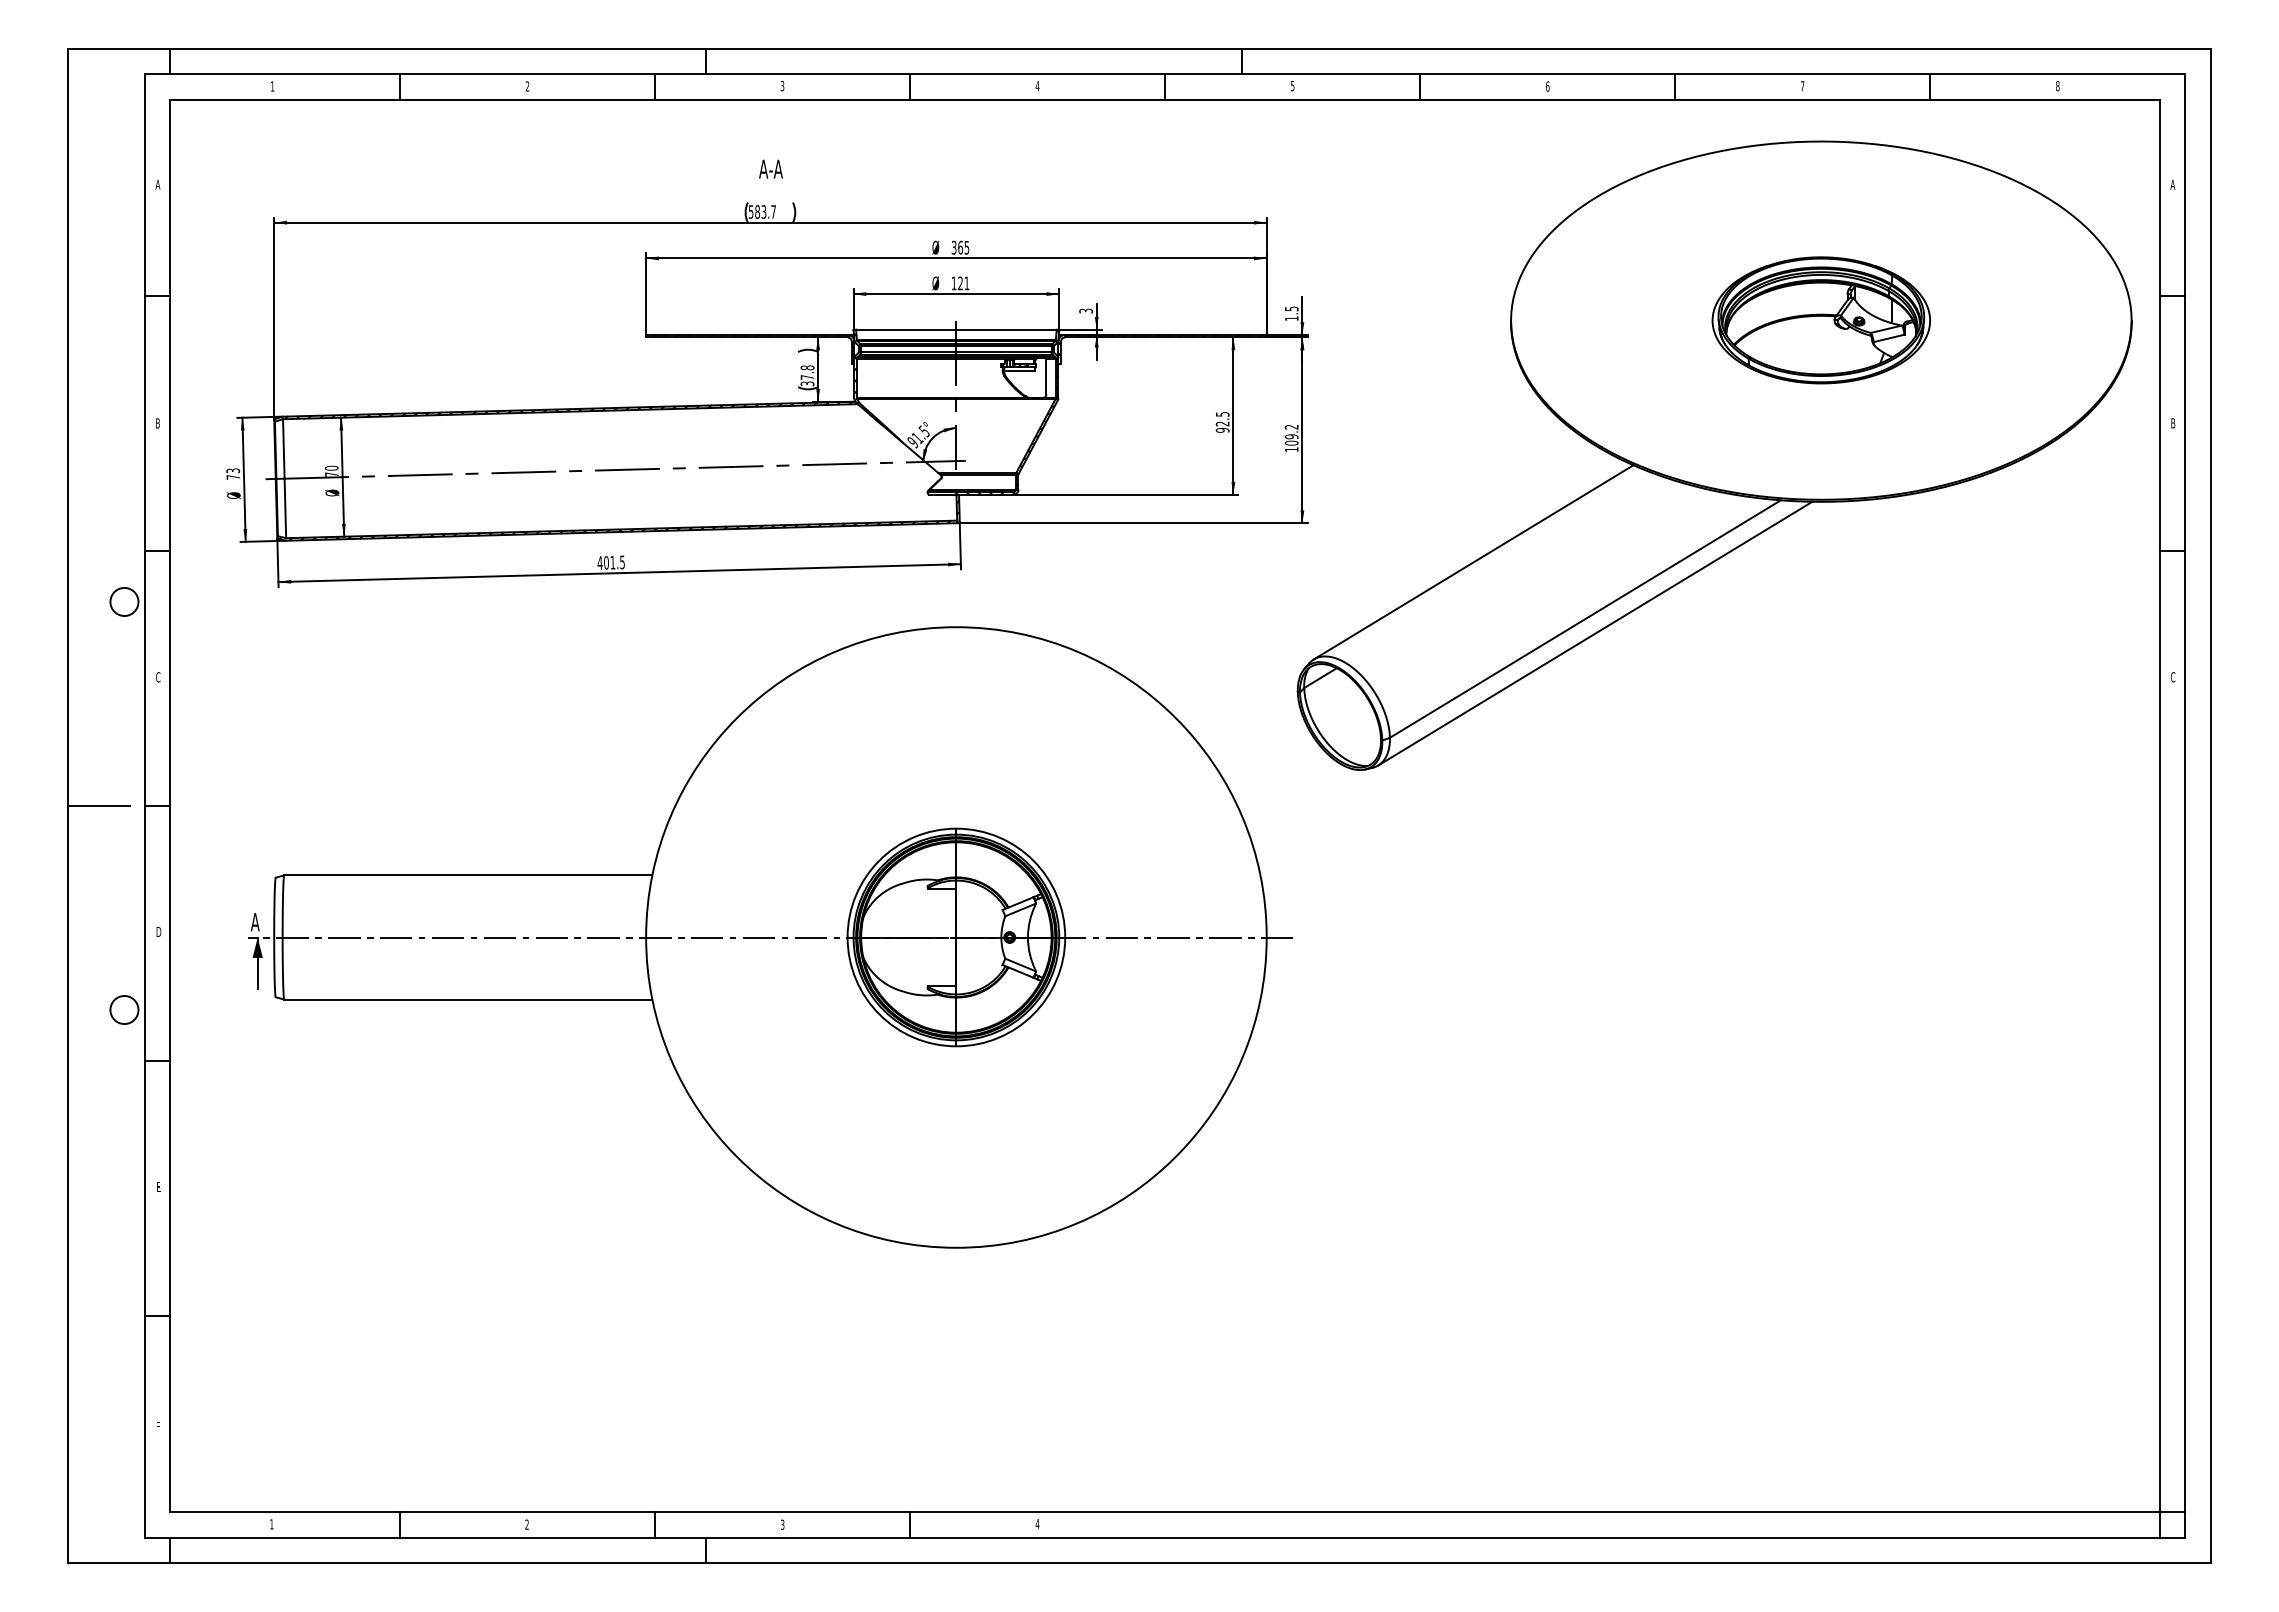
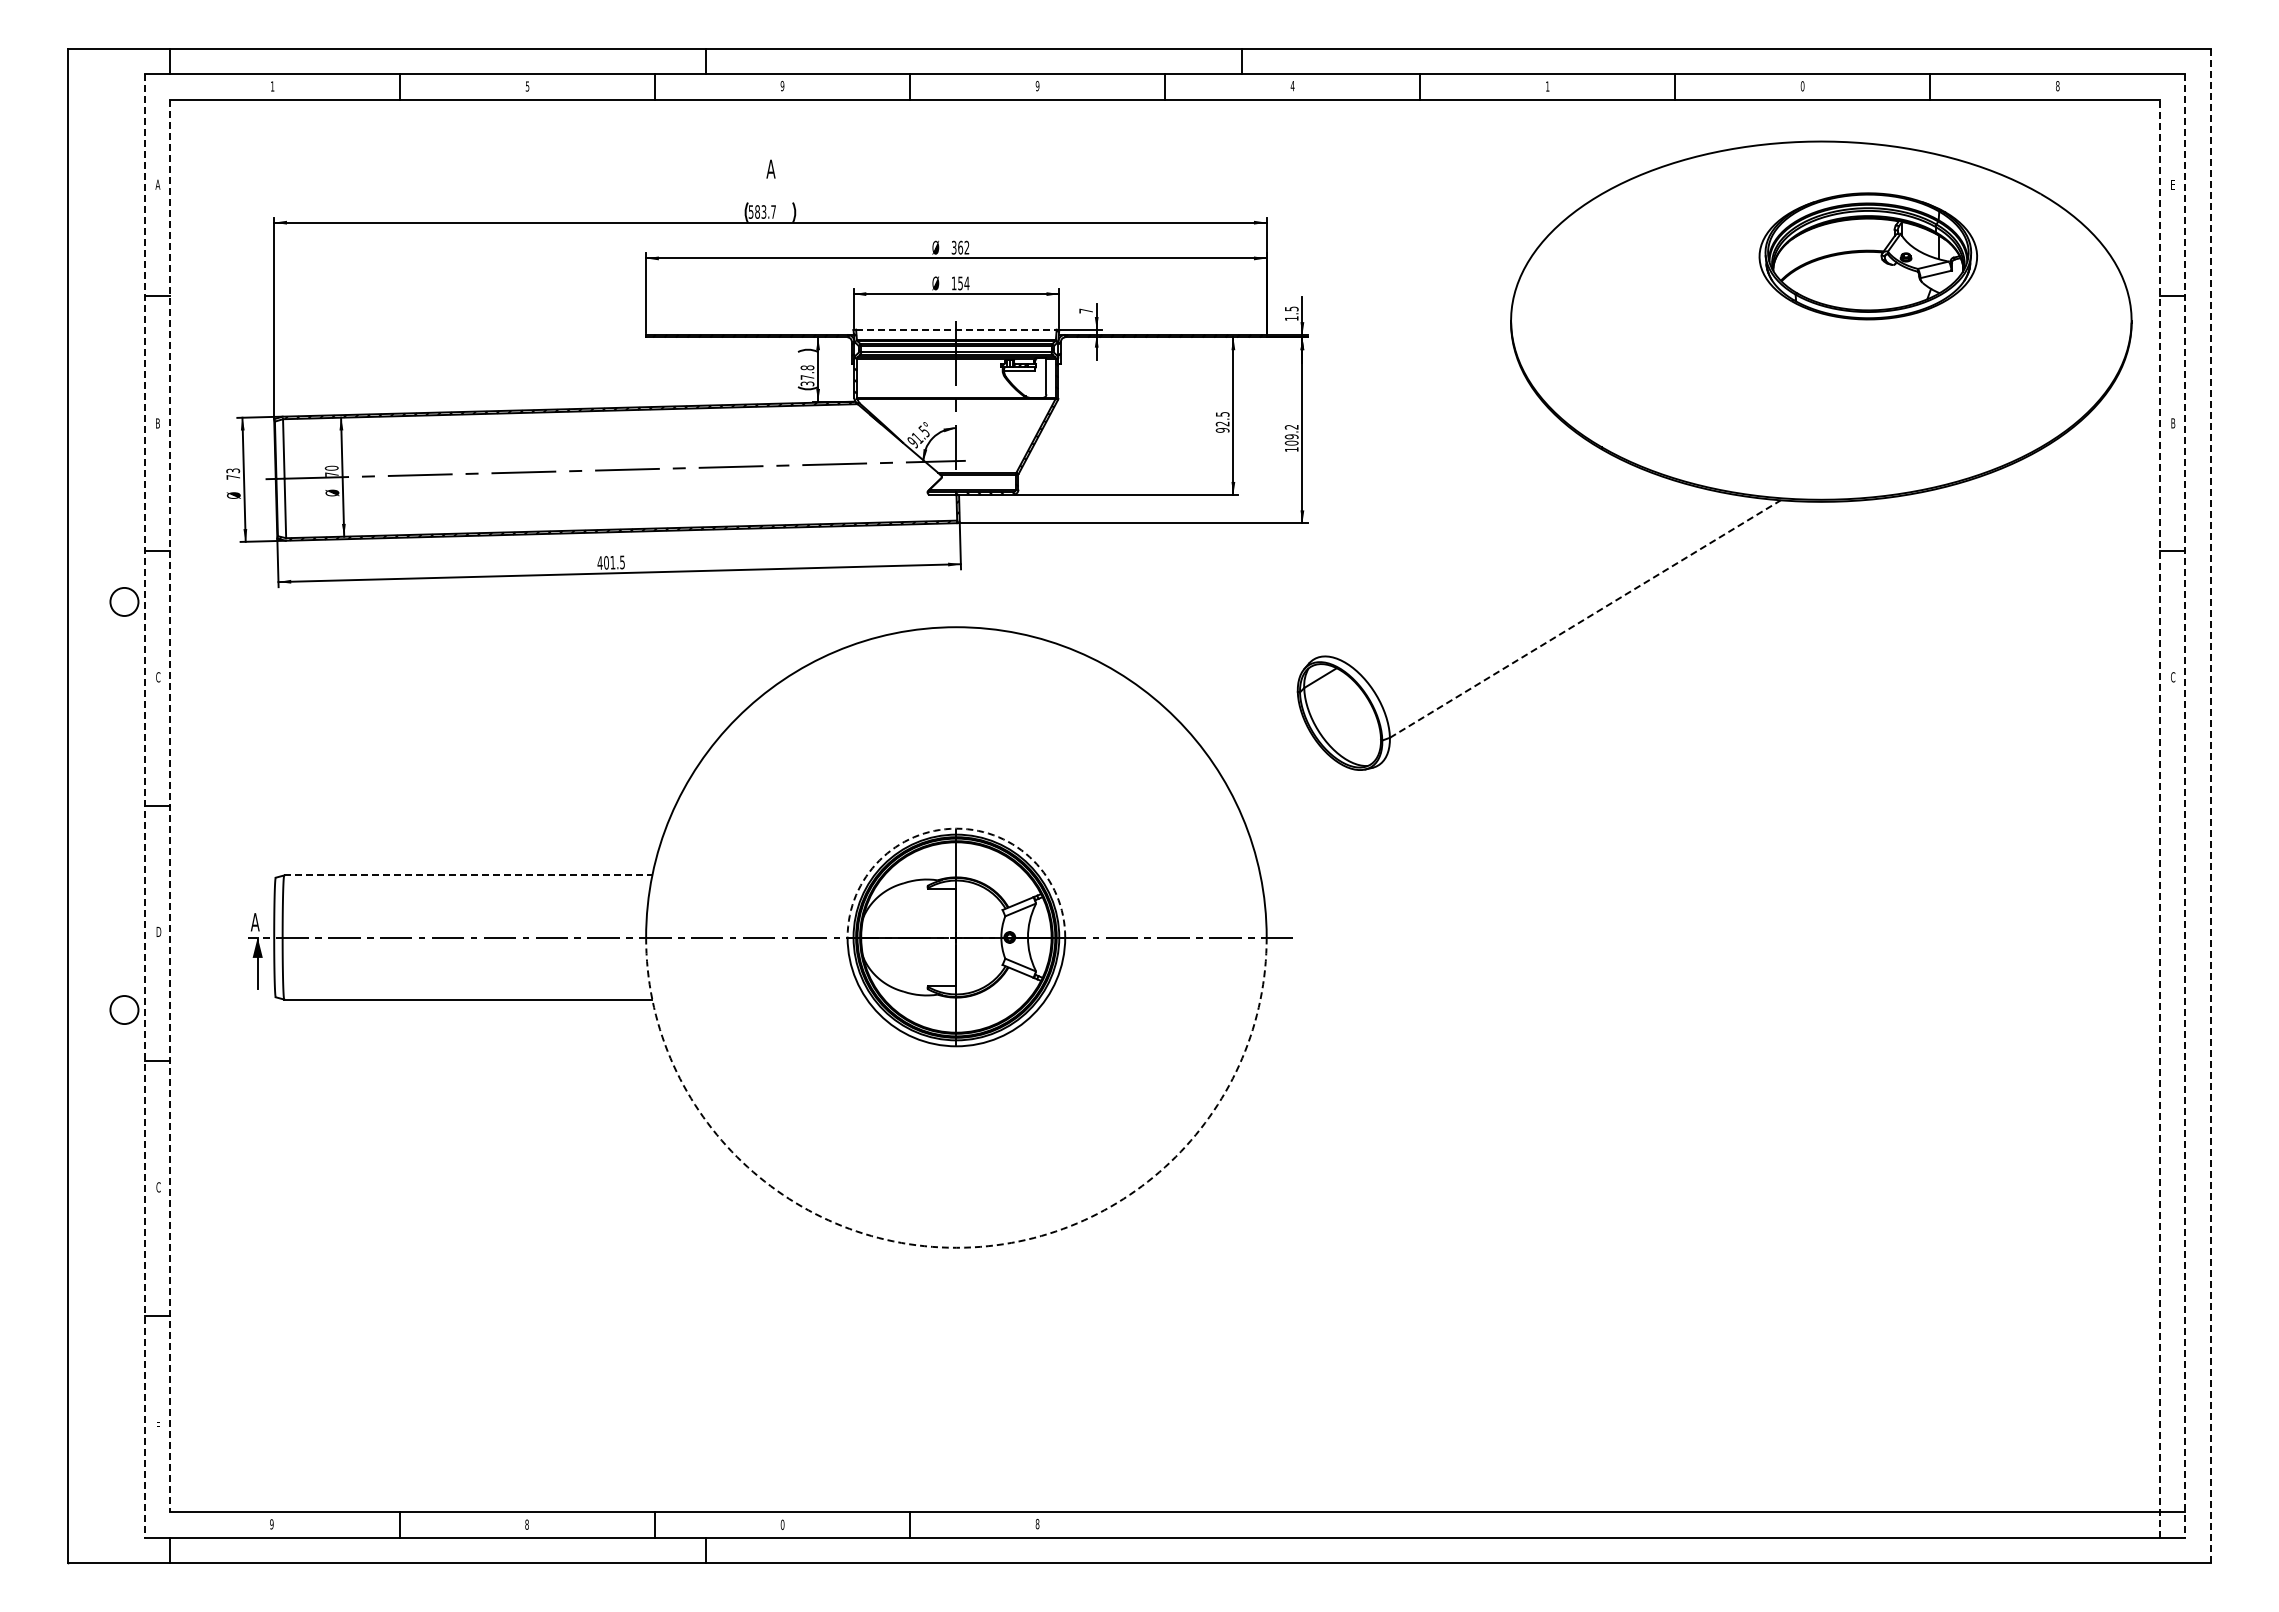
text at (782, 85): 3 -> 9
text at (1037, 85): 4 -> 9
text at (527, 86): 2 -> 5
text at (1292, 86): 5 -> 4
text at (1547, 86): 6 -> 1
text at (1802, 86): 7 -> 0
text at (770, 168): A-A -> A
text at (2172, 184): A -> E
text at (966, 247): 365 -> 362
text at (963, 283): 121 -> 154
text at (1086, 310): 3 -> 7
part at (1820, 320) position: (1820, 320) -> (1867, 256)
line at (956, 329): solid -> dashed
line at (1473, 562): present -> none
line at (1585, 619): solid -> dashed
line at (1595, 633): present -> none
line at (2210, 805): solid -> dashed
line at (98, 806): present -> none
line at (144, 806): solid -> dashed
line at (170, 806): solid -> dashed
line at (2185, 806): solid -> dashed
line at (2159, 818): solid -> dashed
arc at (956, 828): solid -> dashed
line at (468, 875): solid -> dashed
text at (158, 1187): E -> C
arc at (956, 1247): solid -> dashed
text at (271, 1524): 1 -> 9
text at (526, 1524): 2 -> 8
text at (782, 1524): 3 -> 0
text at (1037, 1524): 4 -> 8
